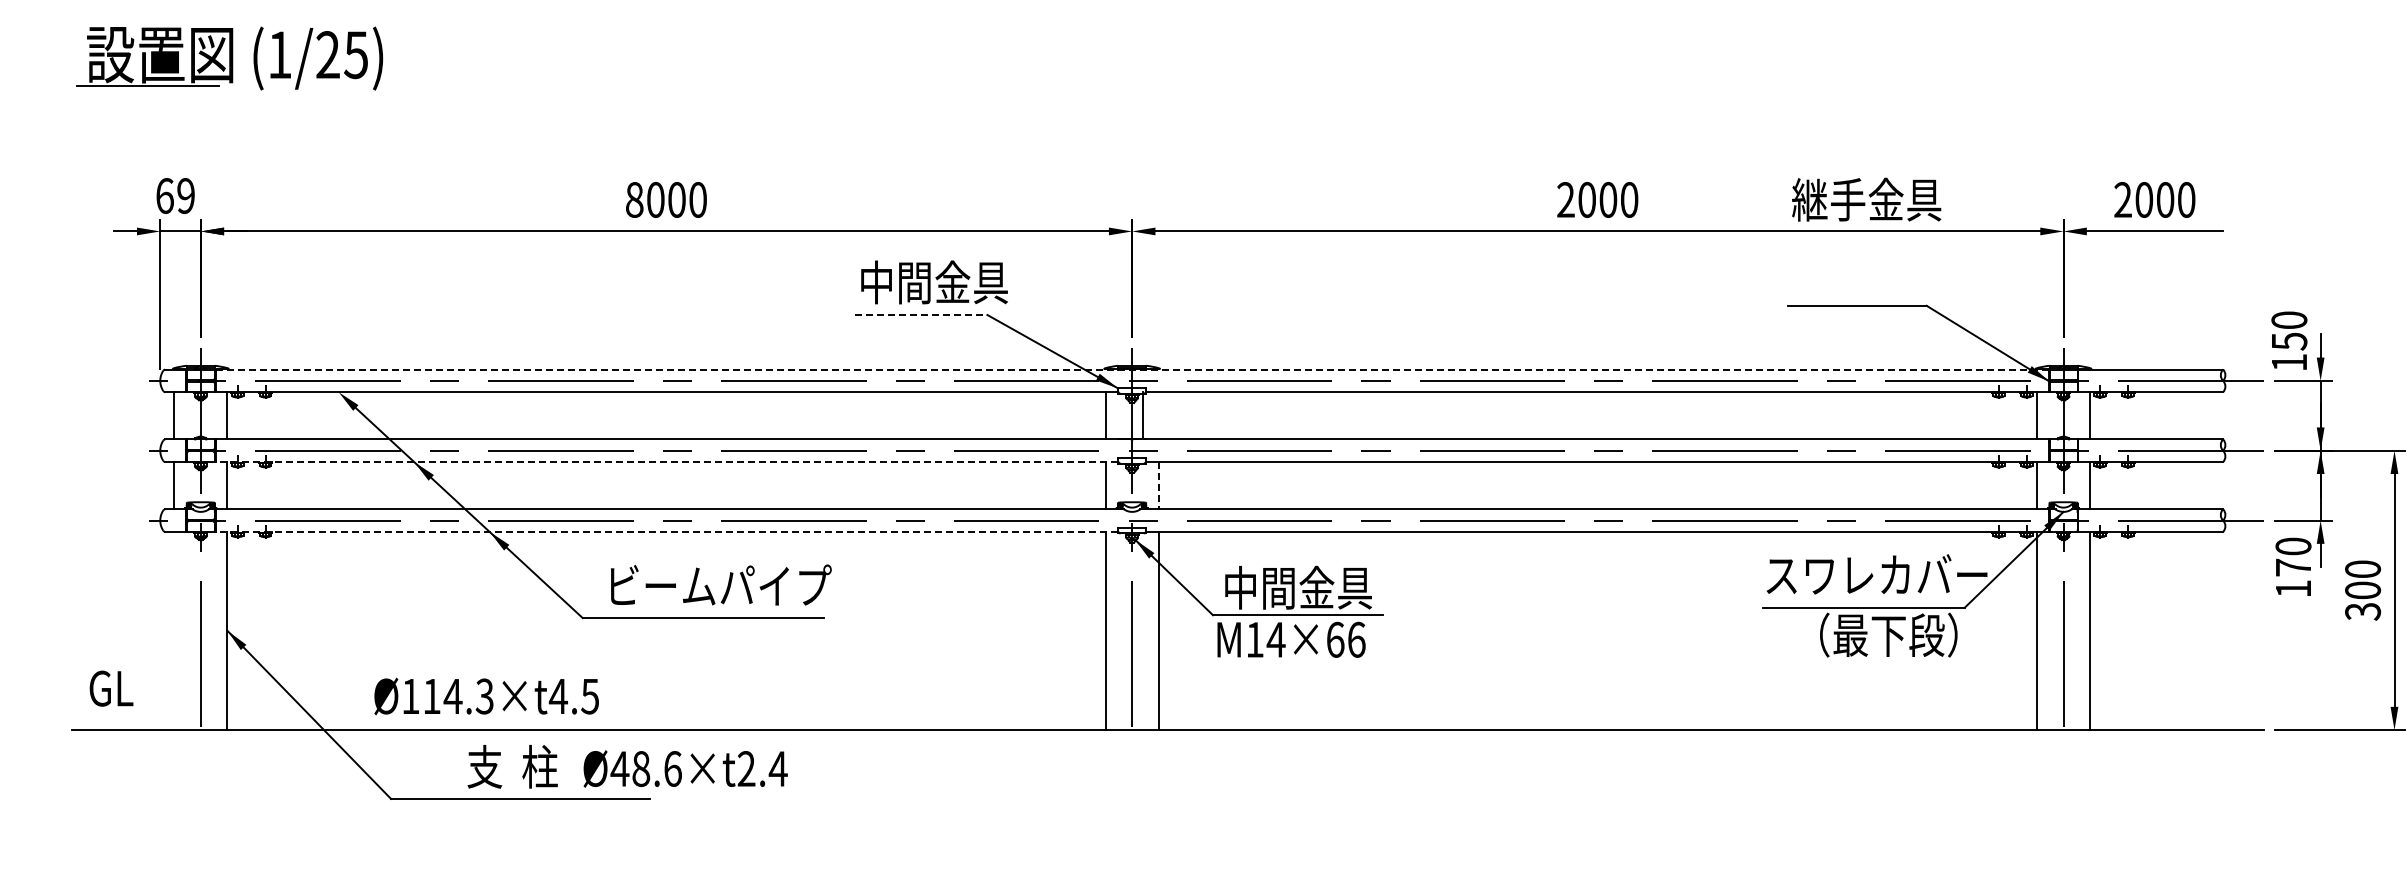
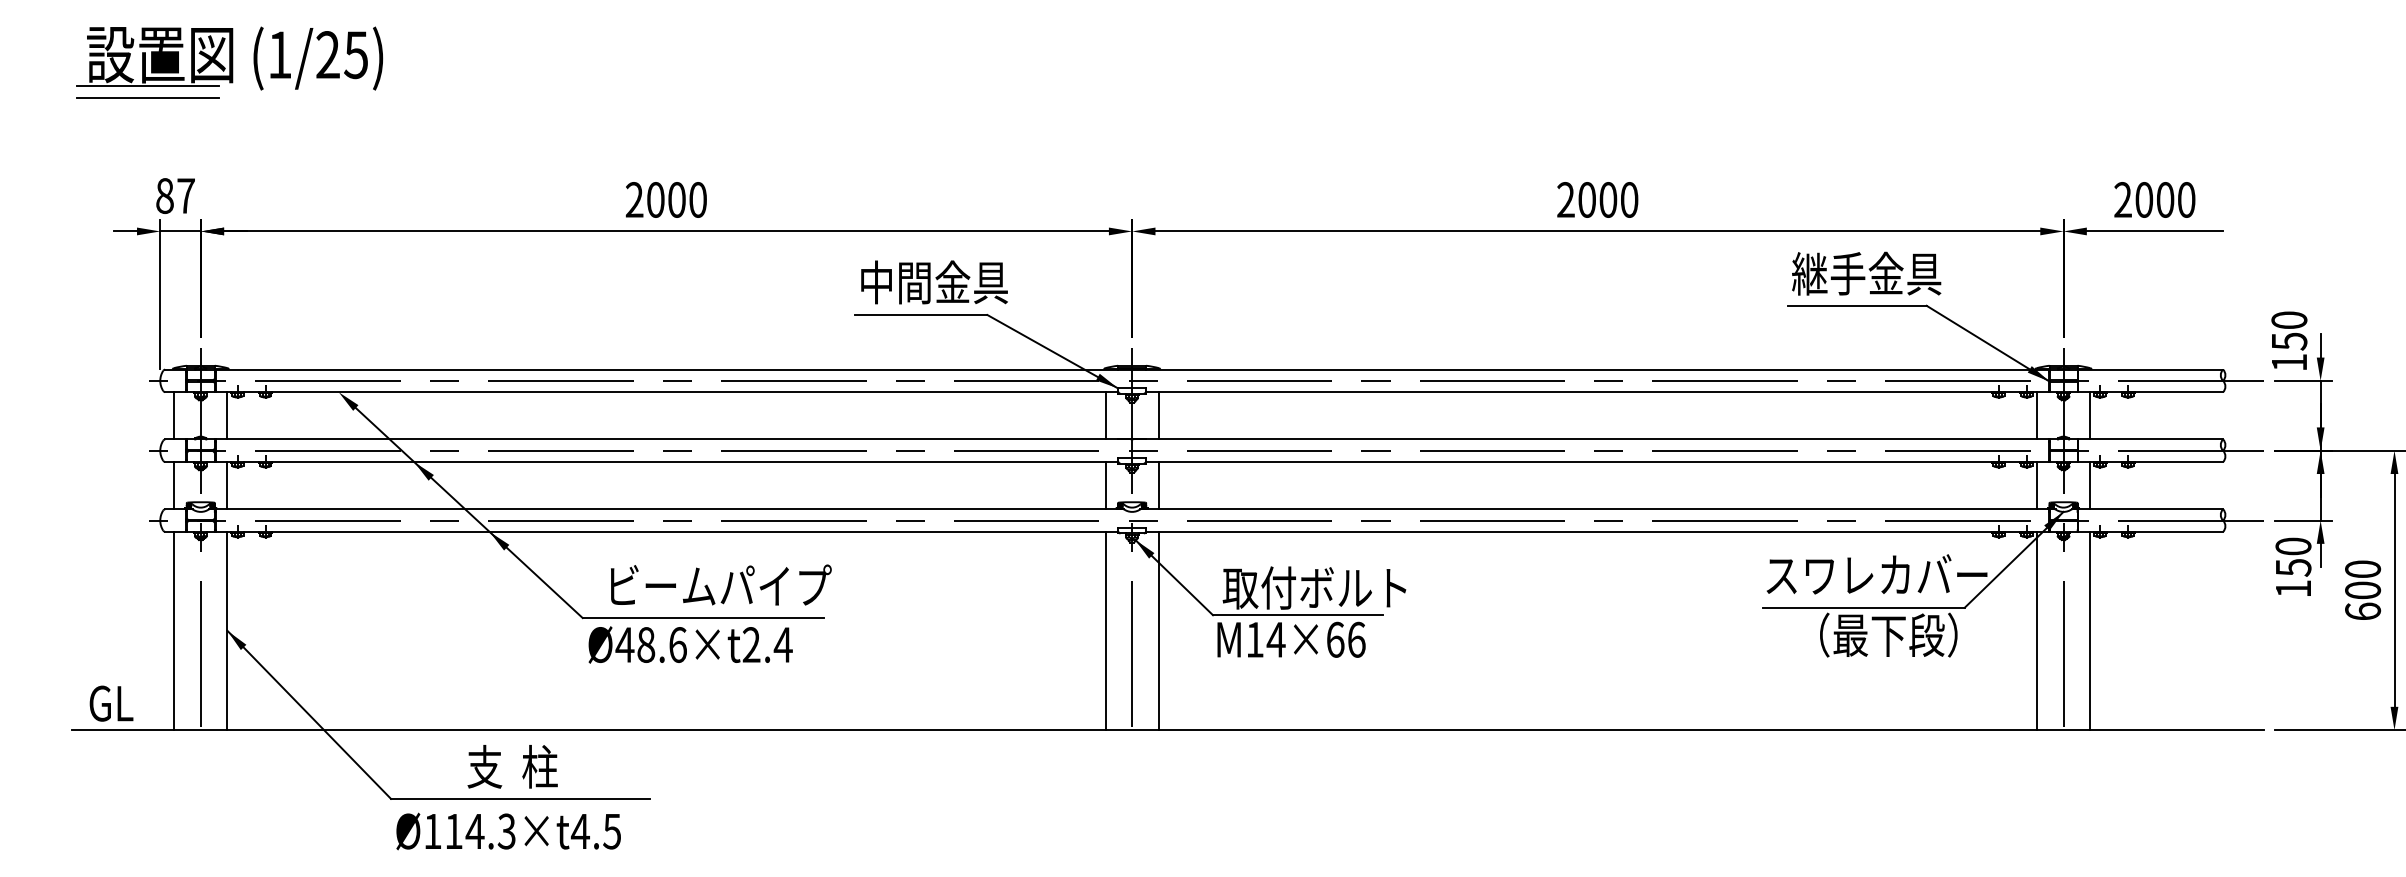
line at (147, 97): none -> present
text at (175, 196): 69 -> 87
text at (634, 199): 8000 -> 2000
text at (1866, 199) position: (1866, 199) -> (1866, 273)
line at (921, 314): dashed -> solid
line at (1131, 369): dashed -> solid
line at (1142, 415) position: (1142, 415) -> (1158, 415)
line at (666, 462): dashed -> solid
line at (1158, 485): dashed -> solid
line at (666, 531): dashed -> solid
text at (2293, 567): 170 -> 150
text at (1314, 587): 中間金具 -> 取付ボルト
text at (2363, 611): 300 -> 600
line at (174, 630): none -> present
text at (111, 688) position: (111, 688) -> (111, 703)
text at (486, 696) position: (486, 696) -> (508, 831)
text at (685, 768) position: (685, 768) -> (690, 644)
